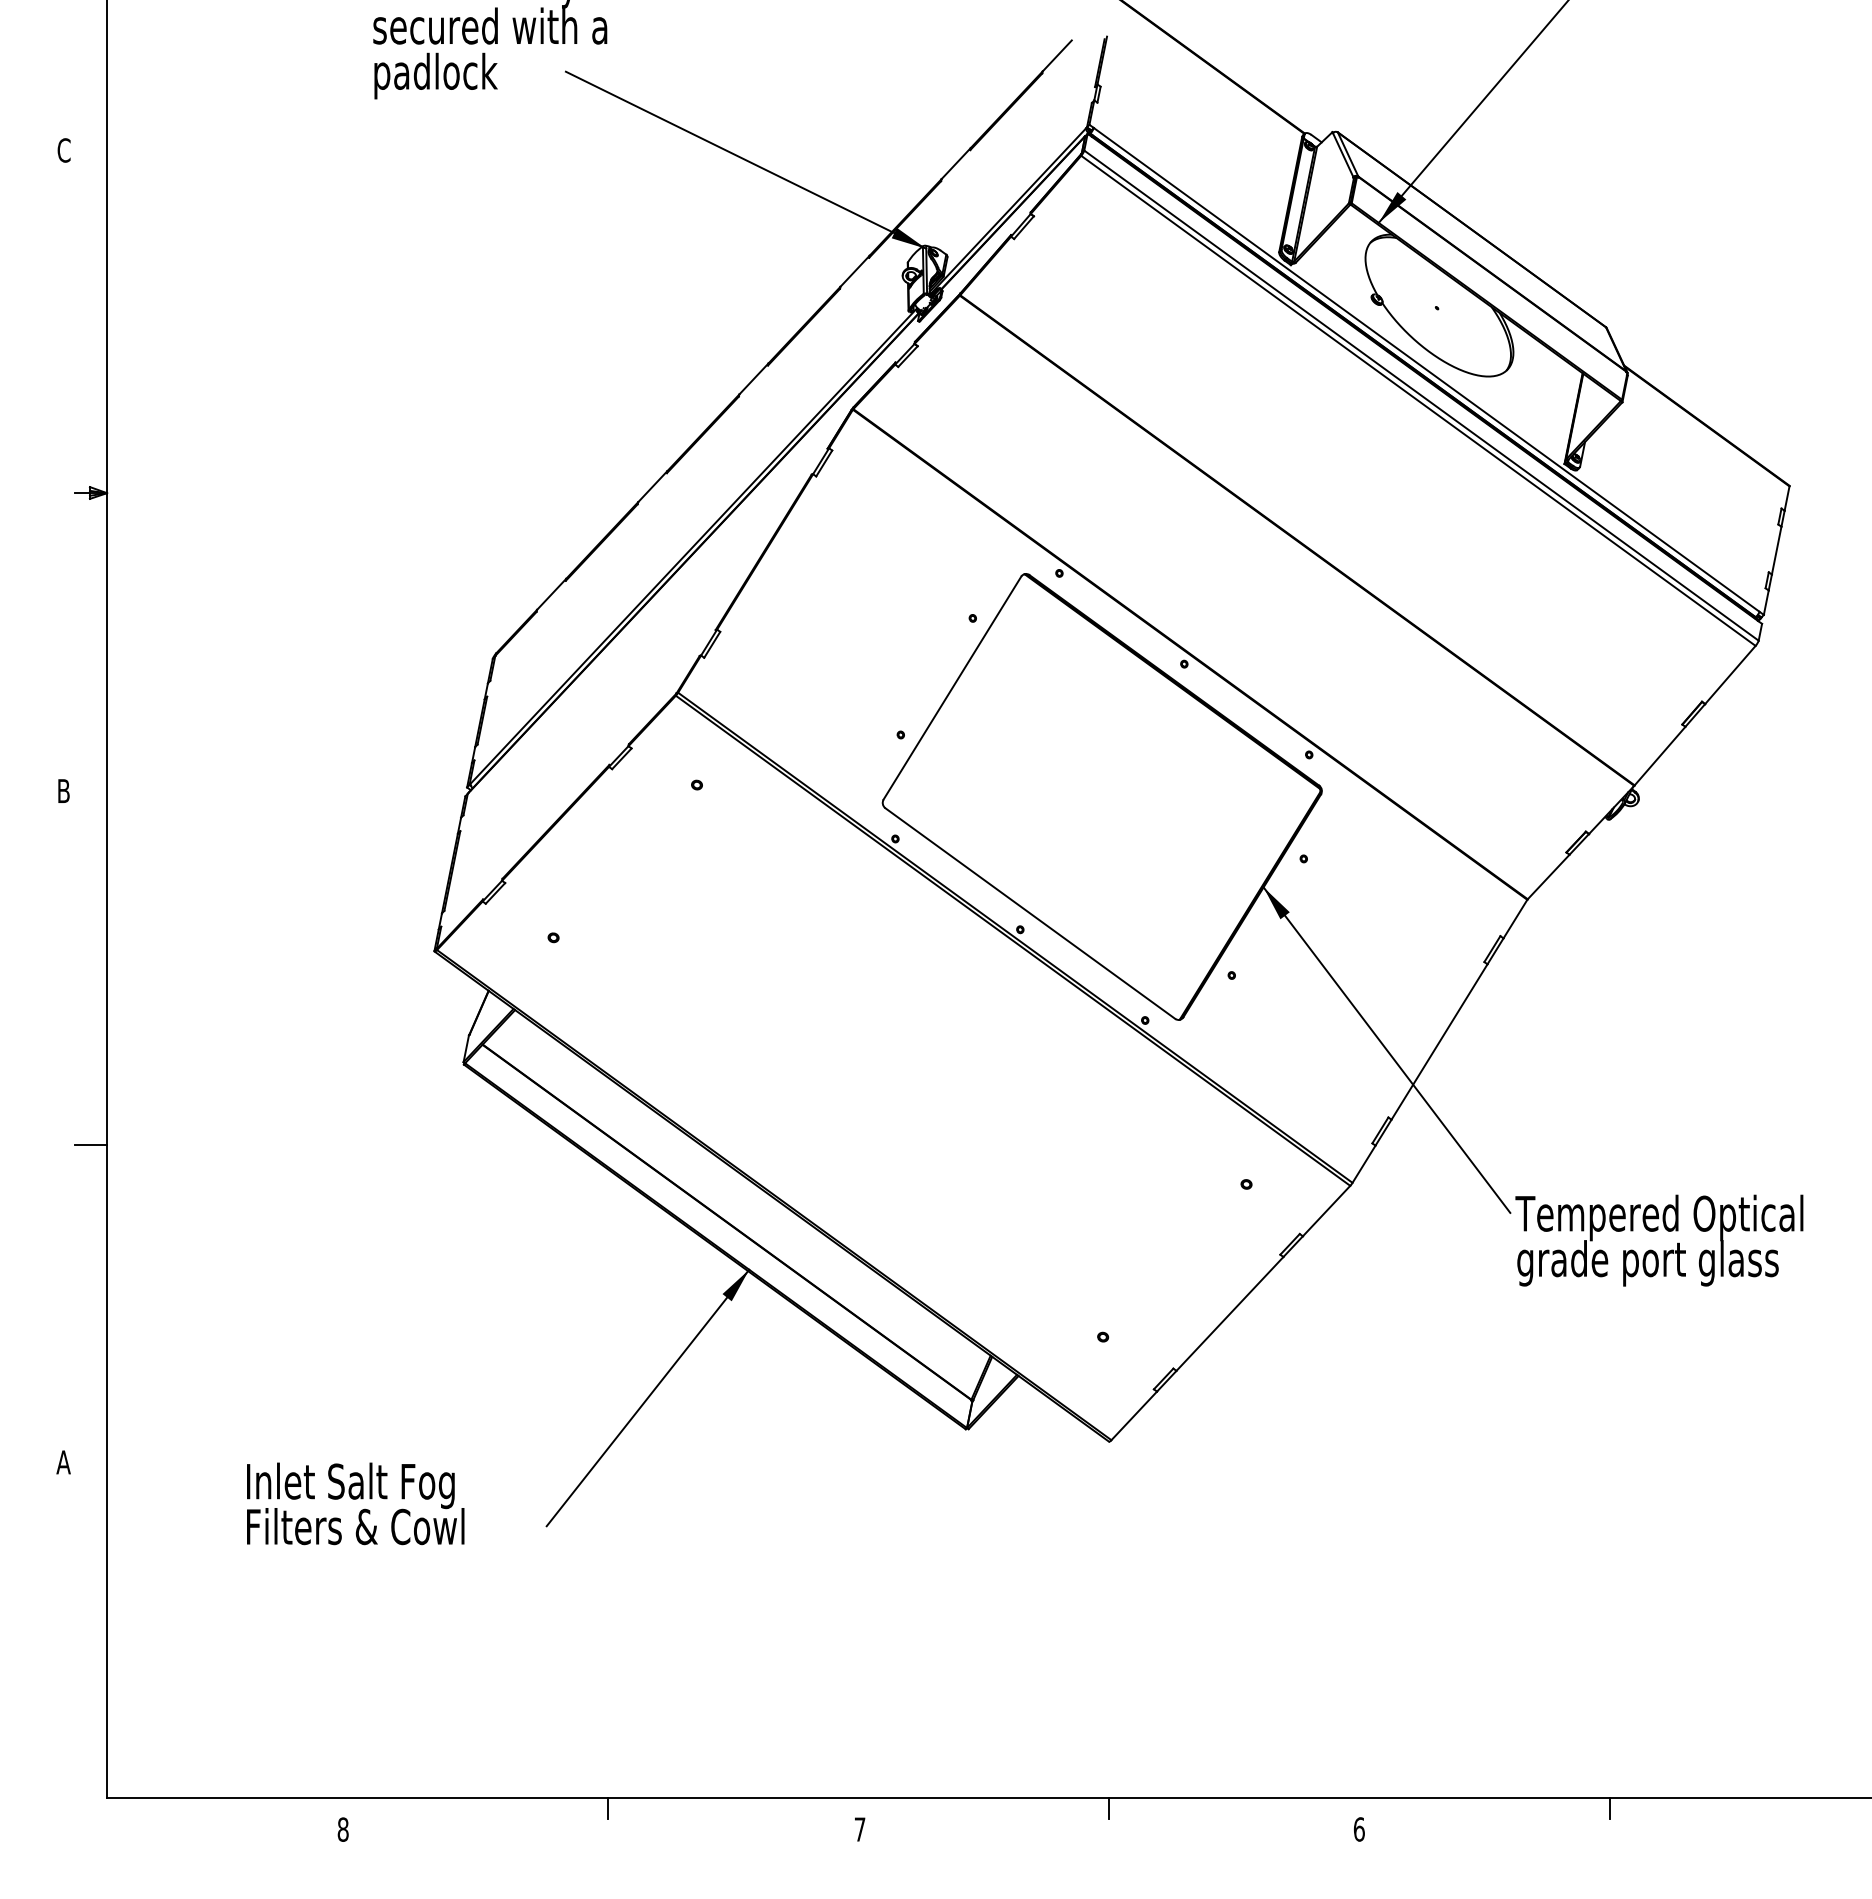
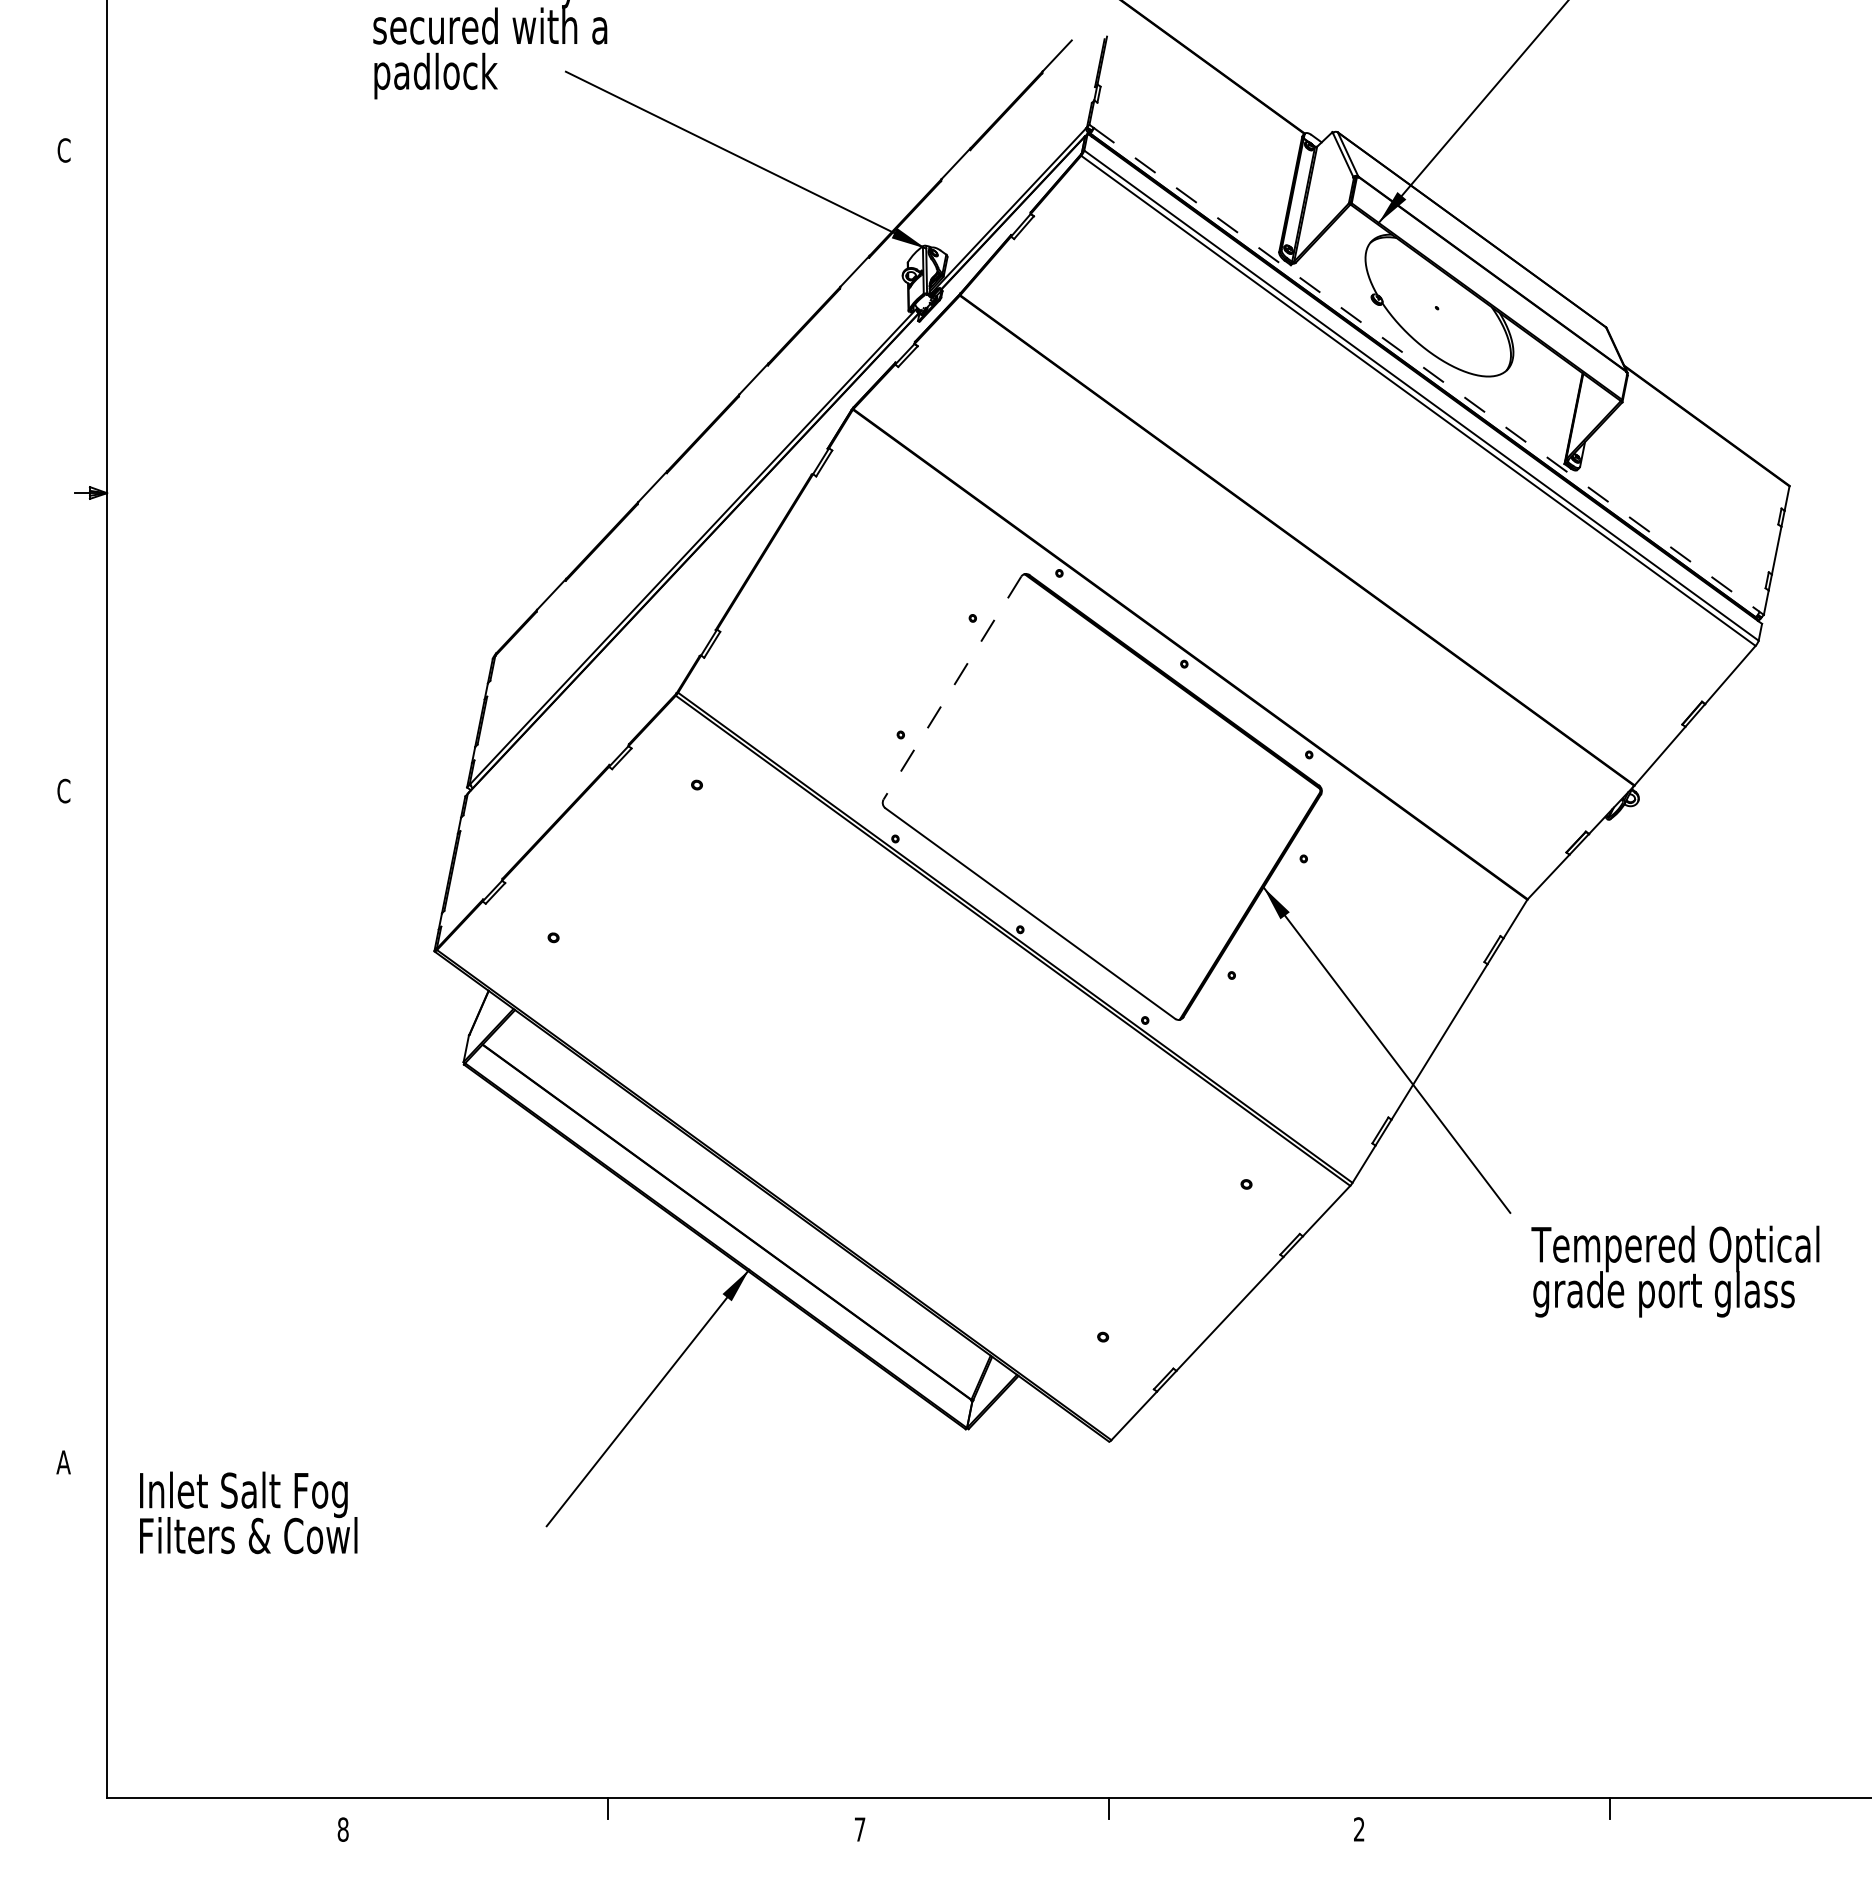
line at (1427, 370): solid -> dashed
line at (952, 688): solid -> dashed
text at (63, 790): B -> C
line at (91, 1145): present -> none
text at (1659, 1240) position: (1659, 1240) -> (1675, 1271)
text at (355, 1503) position: (355, 1503) -> (248, 1512)
text at (1358, 1829): 6 -> 2
